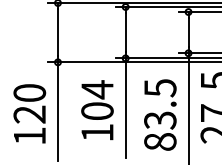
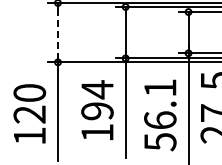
line at (57, 32): solid -> dashed
text at (97, 111): 104 -> 194
text at (160, 115): 83.5 -> 56.1
